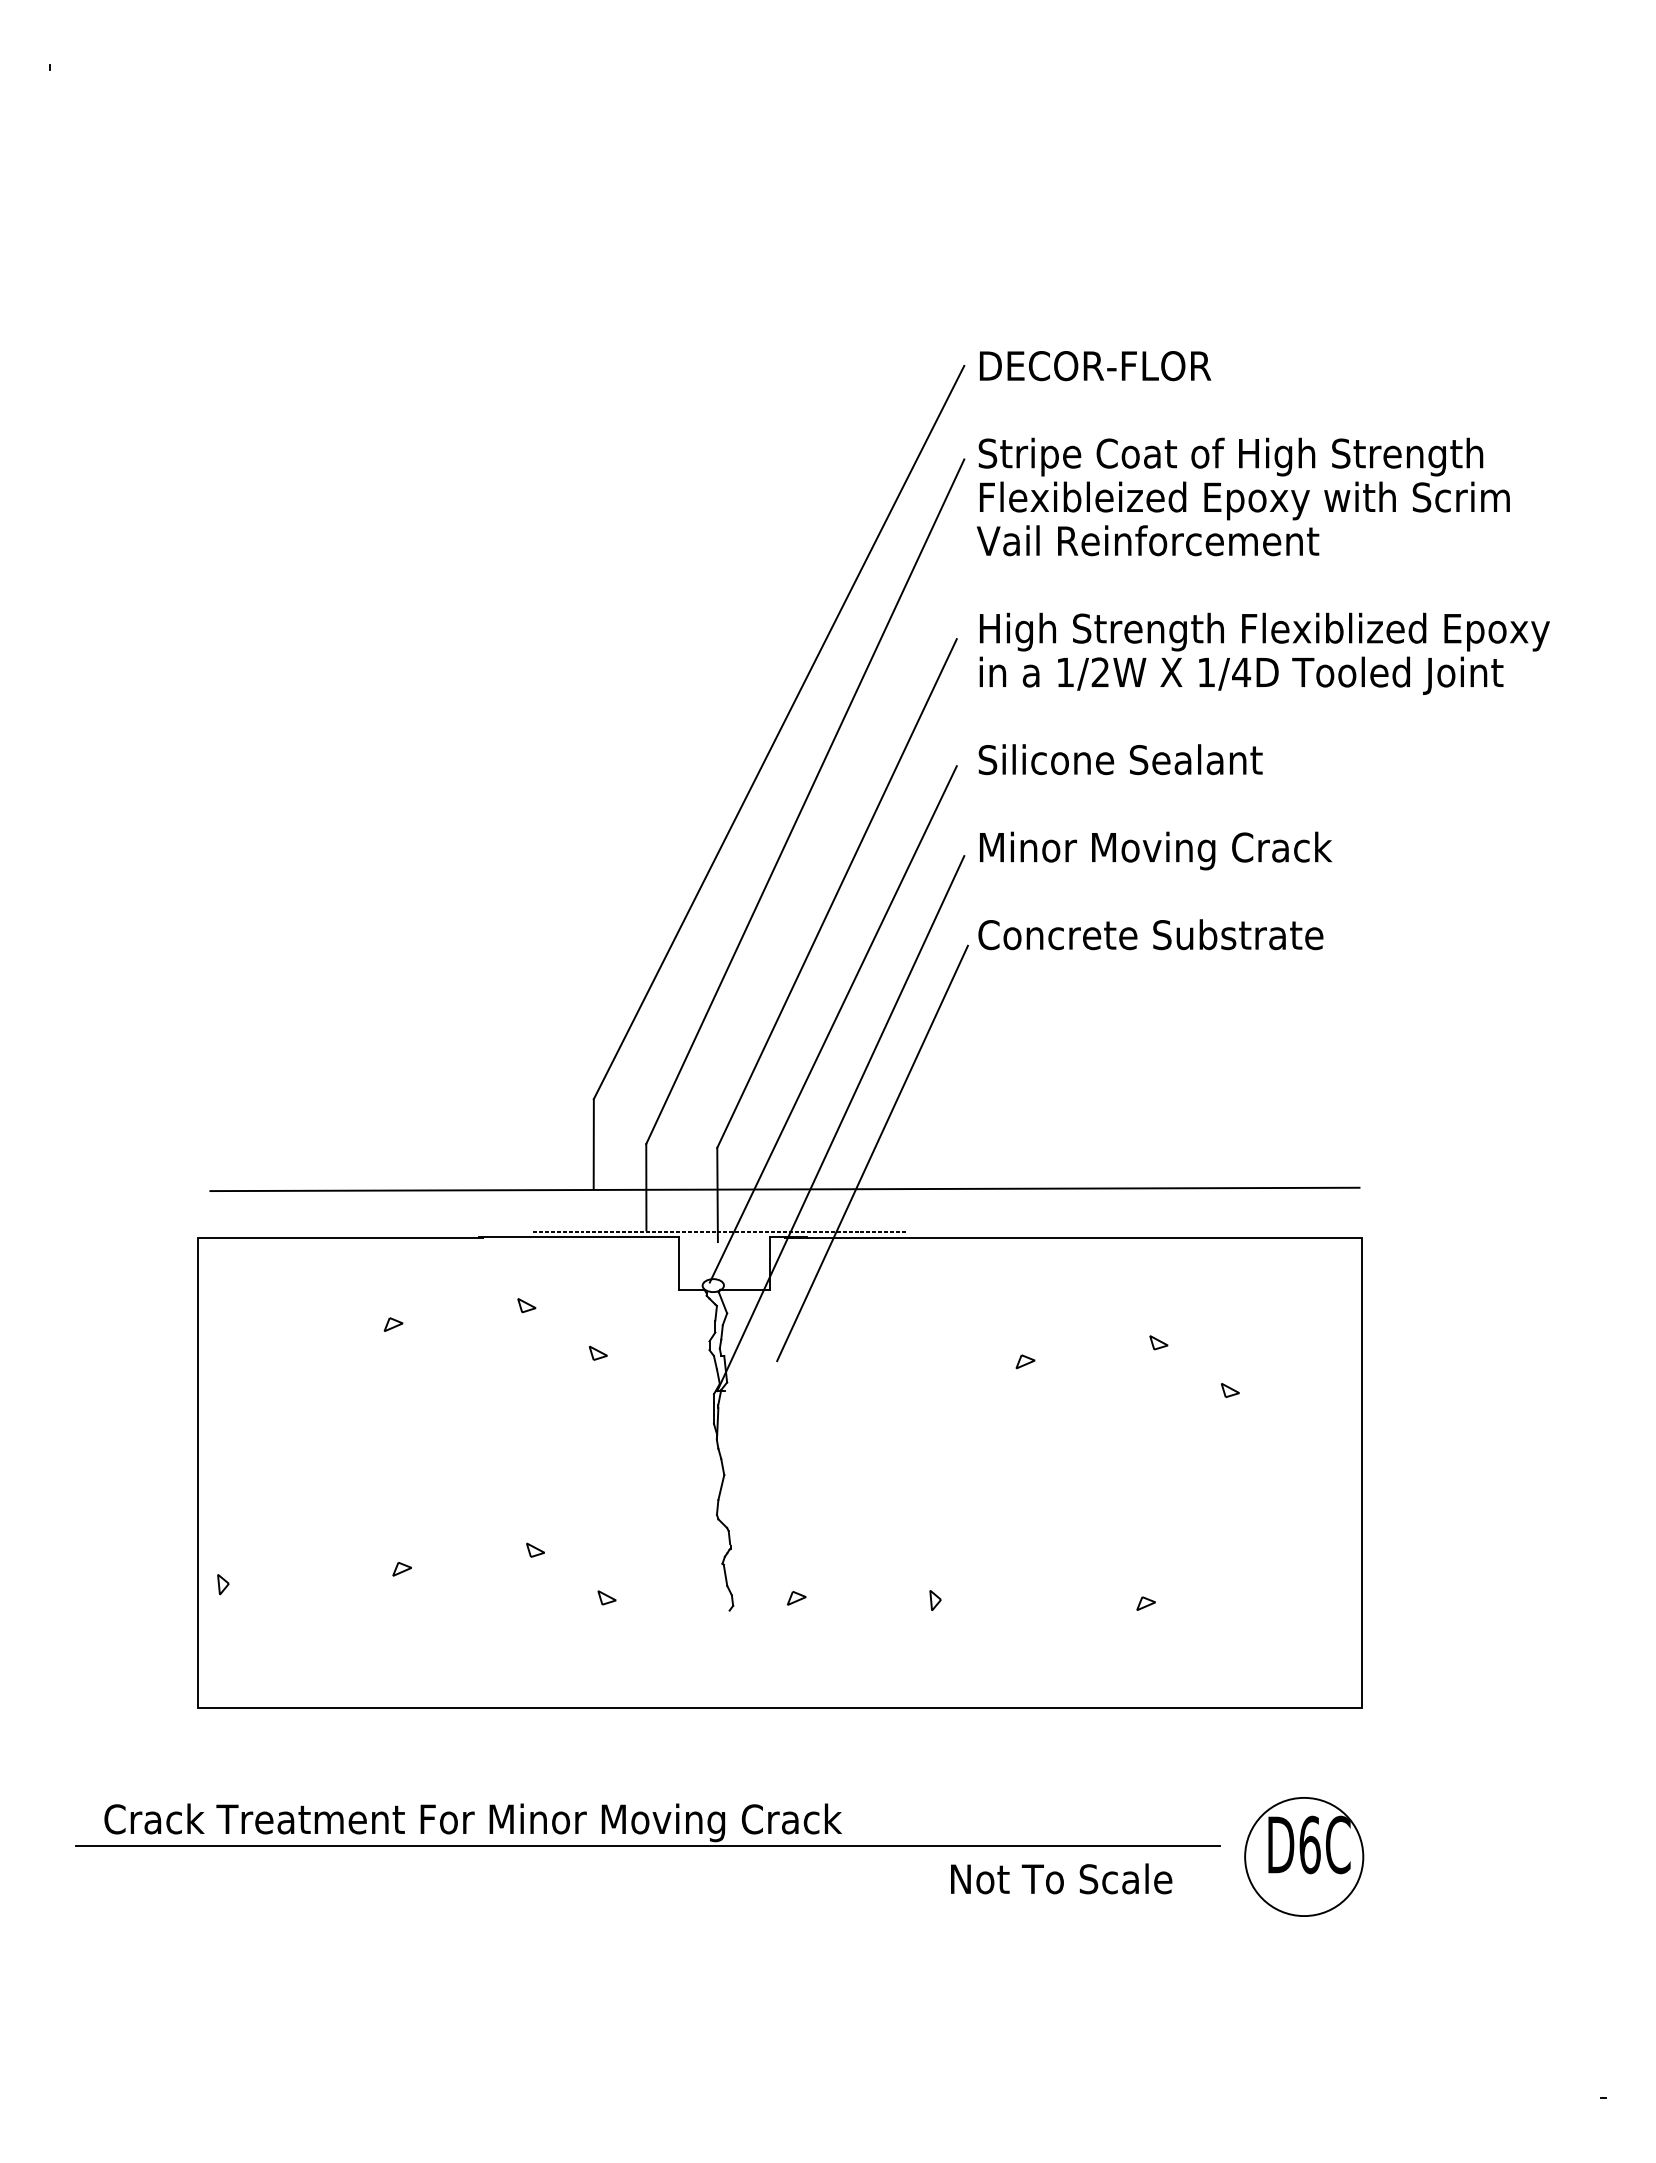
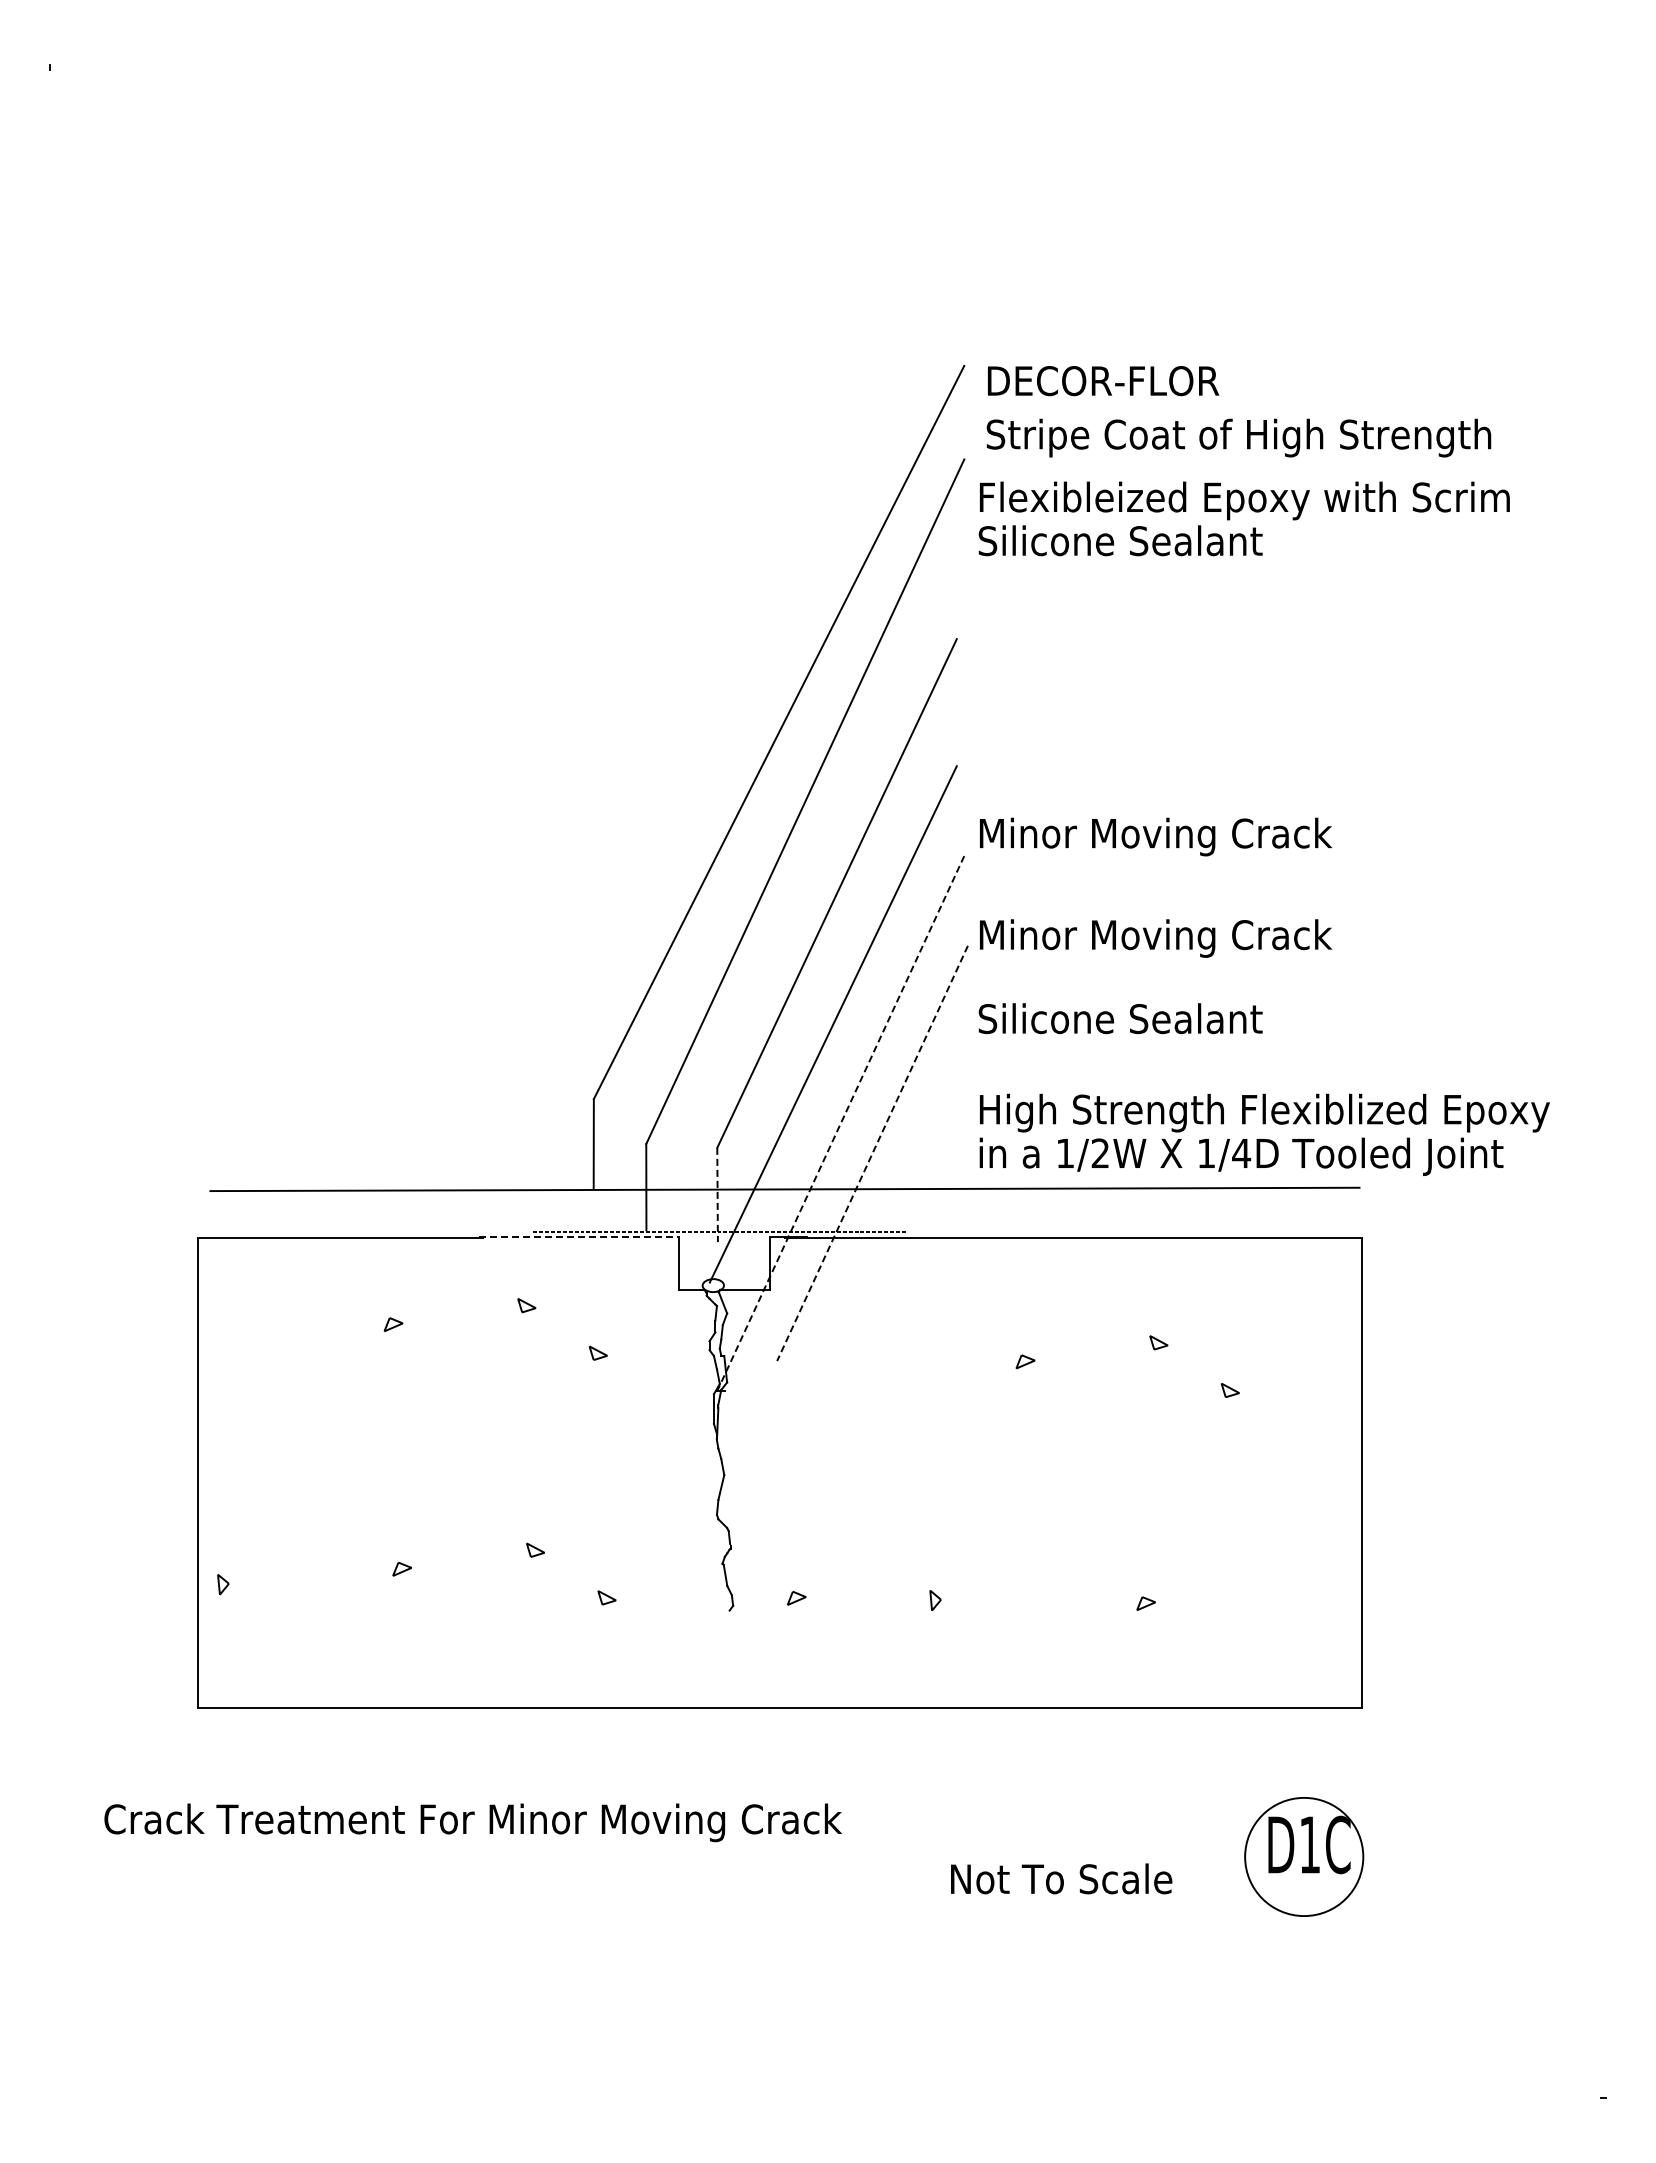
text at (1095, 366) position: (1095, 366) -> (1103, 381)
text at (1230, 456) position: (1230, 456) -> (1238, 437)
text at (1147, 540): Vail Reinforcement -> Silicone Sealant
text at (1264, 653) position: (1264, 653) -> (1264, 1134)
text at (1120, 759) position: (1120, 759) -> (1120, 1018)
text at (1155, 850) position: (1155, 850) -> (1155, 836)
text at (1155, 938): Concrete Substrate -> Minor Moving Crack
line at (840, 1123): solid -> dashed
line at (872, 1153): solid -> dashed
line at (717, 1195): solid -> dashed
line at (579, 1236): solid -> dashed
text at (1309, 1844): D6C -> D1C
line at (647, 1845): present -> none
